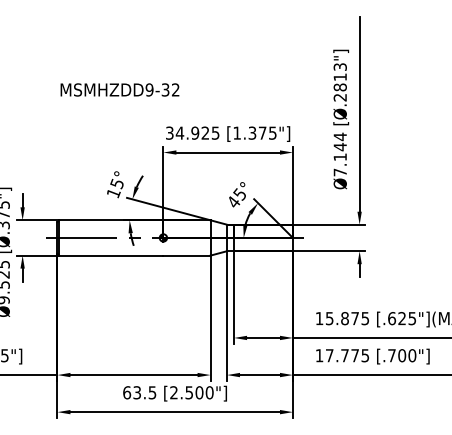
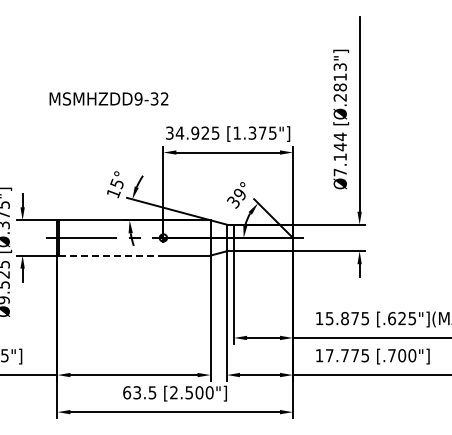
text at (119, 89) position: (119, 89) -> (108, 98)
text at (236, 198): 45° -> 39°
line at (111, 255): solid -> dashed
